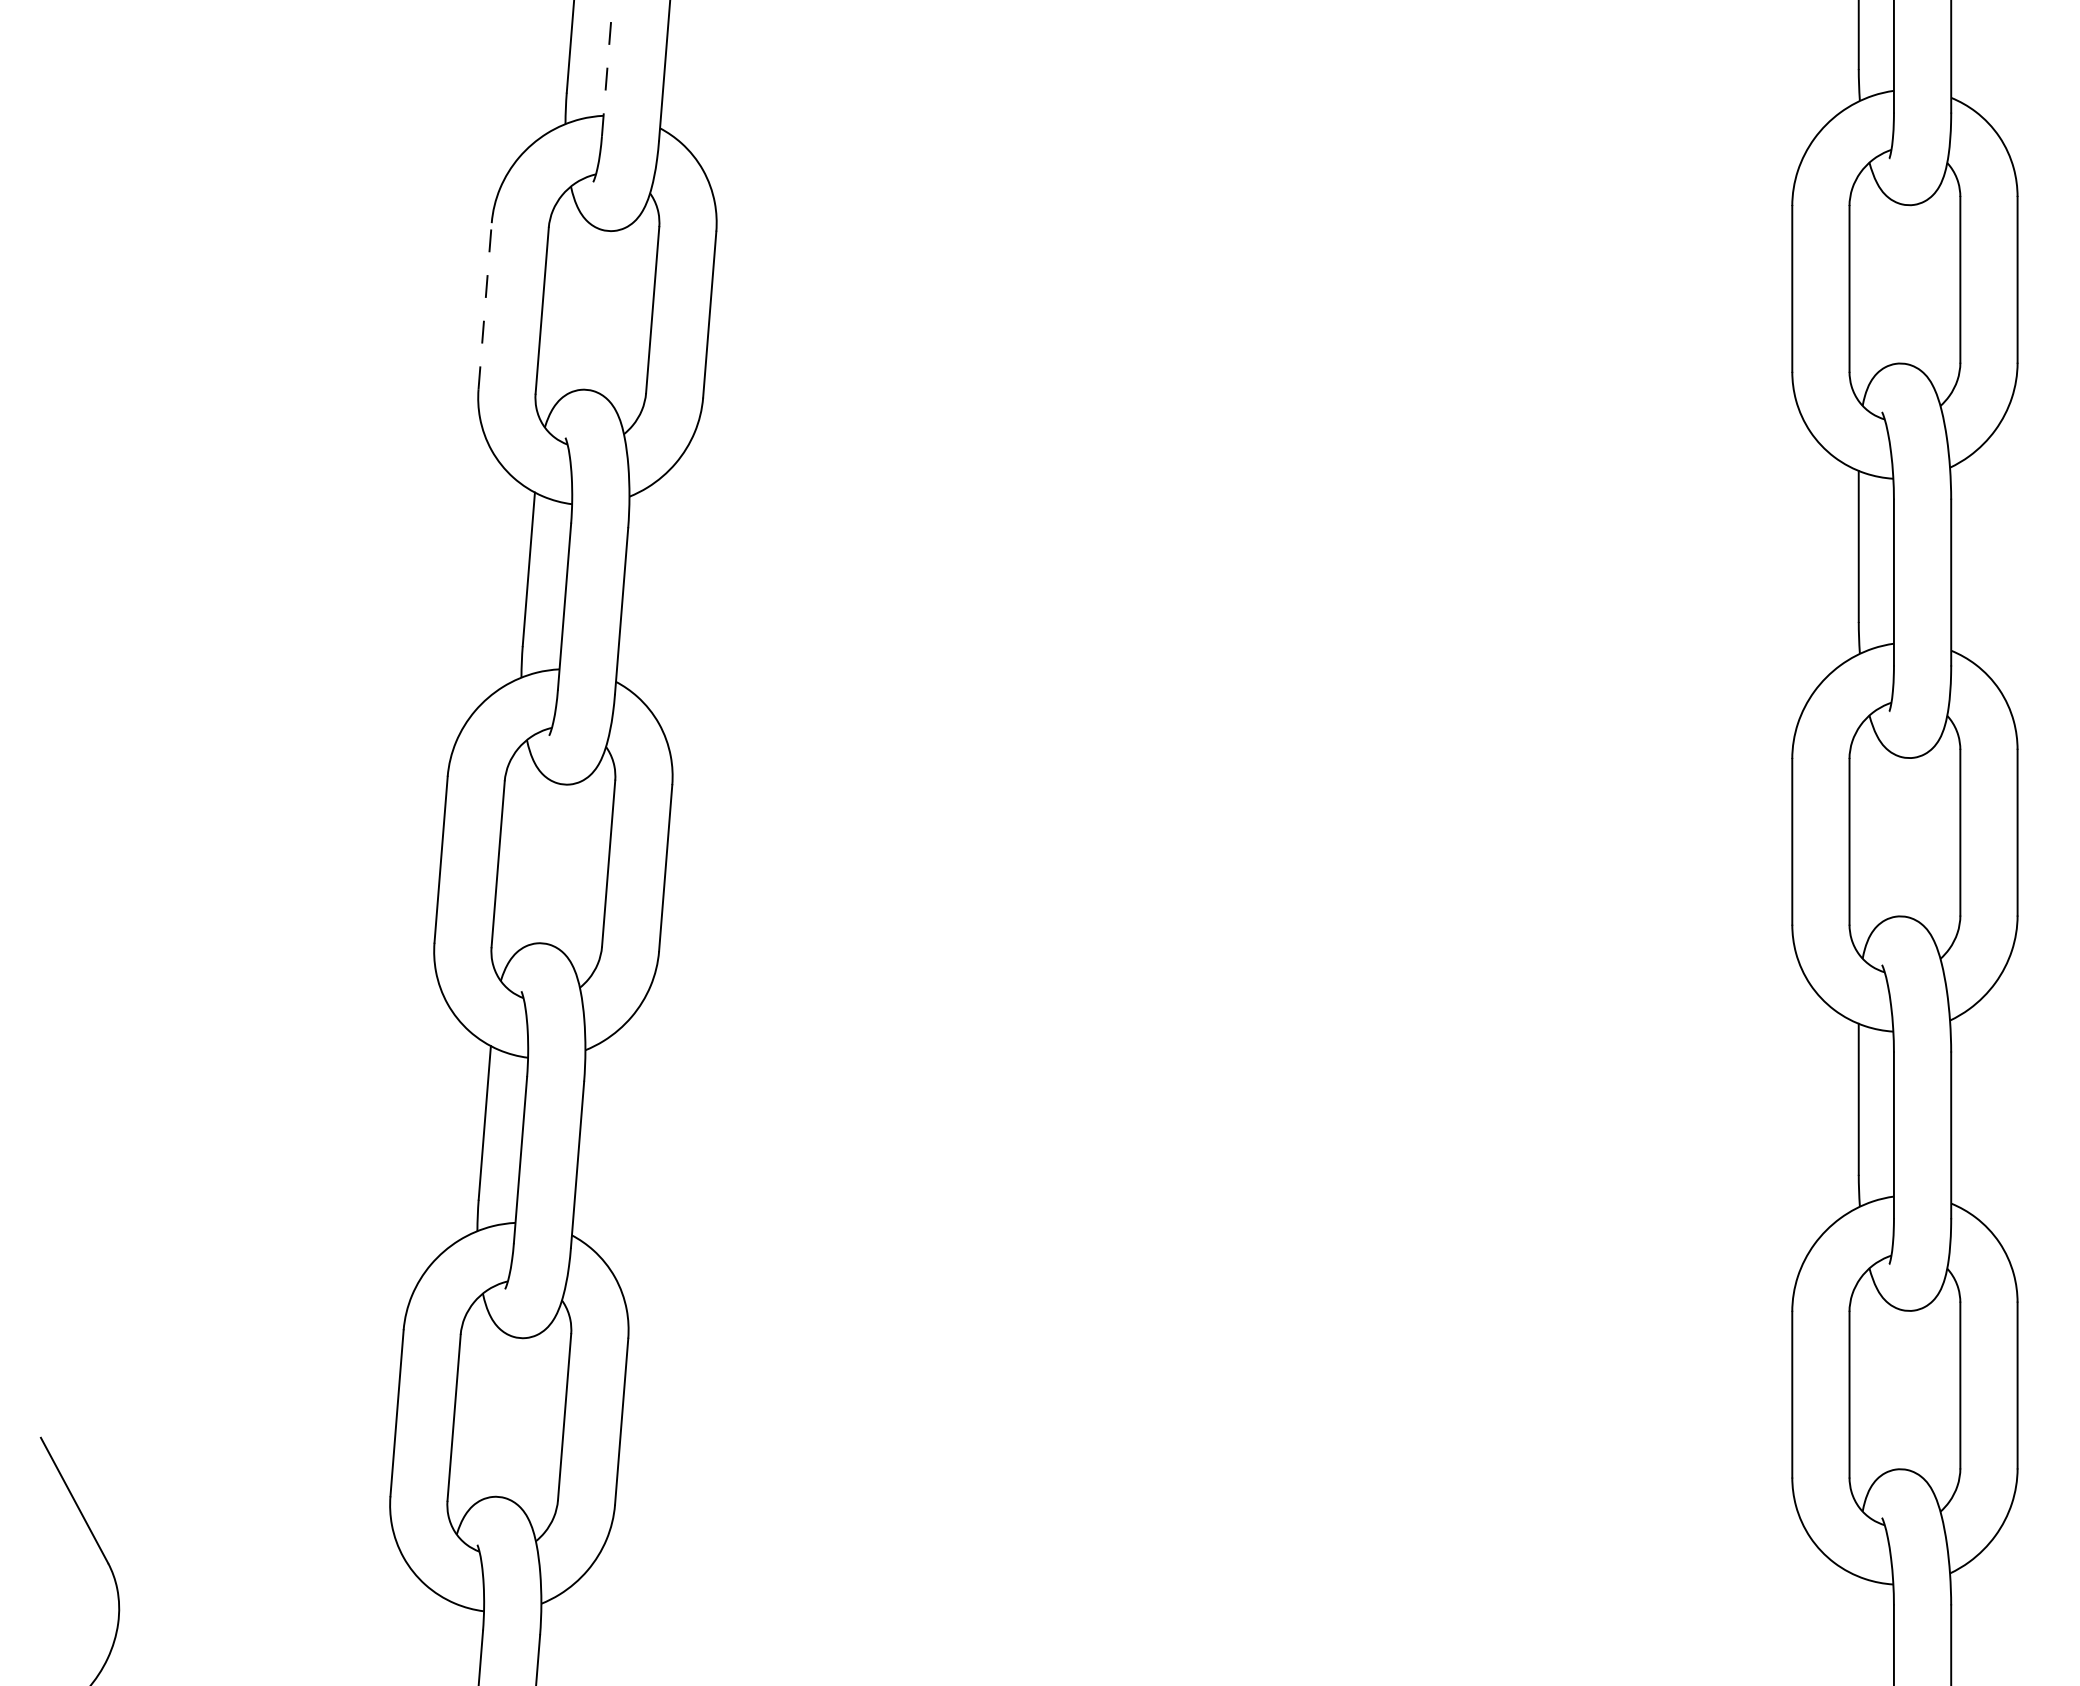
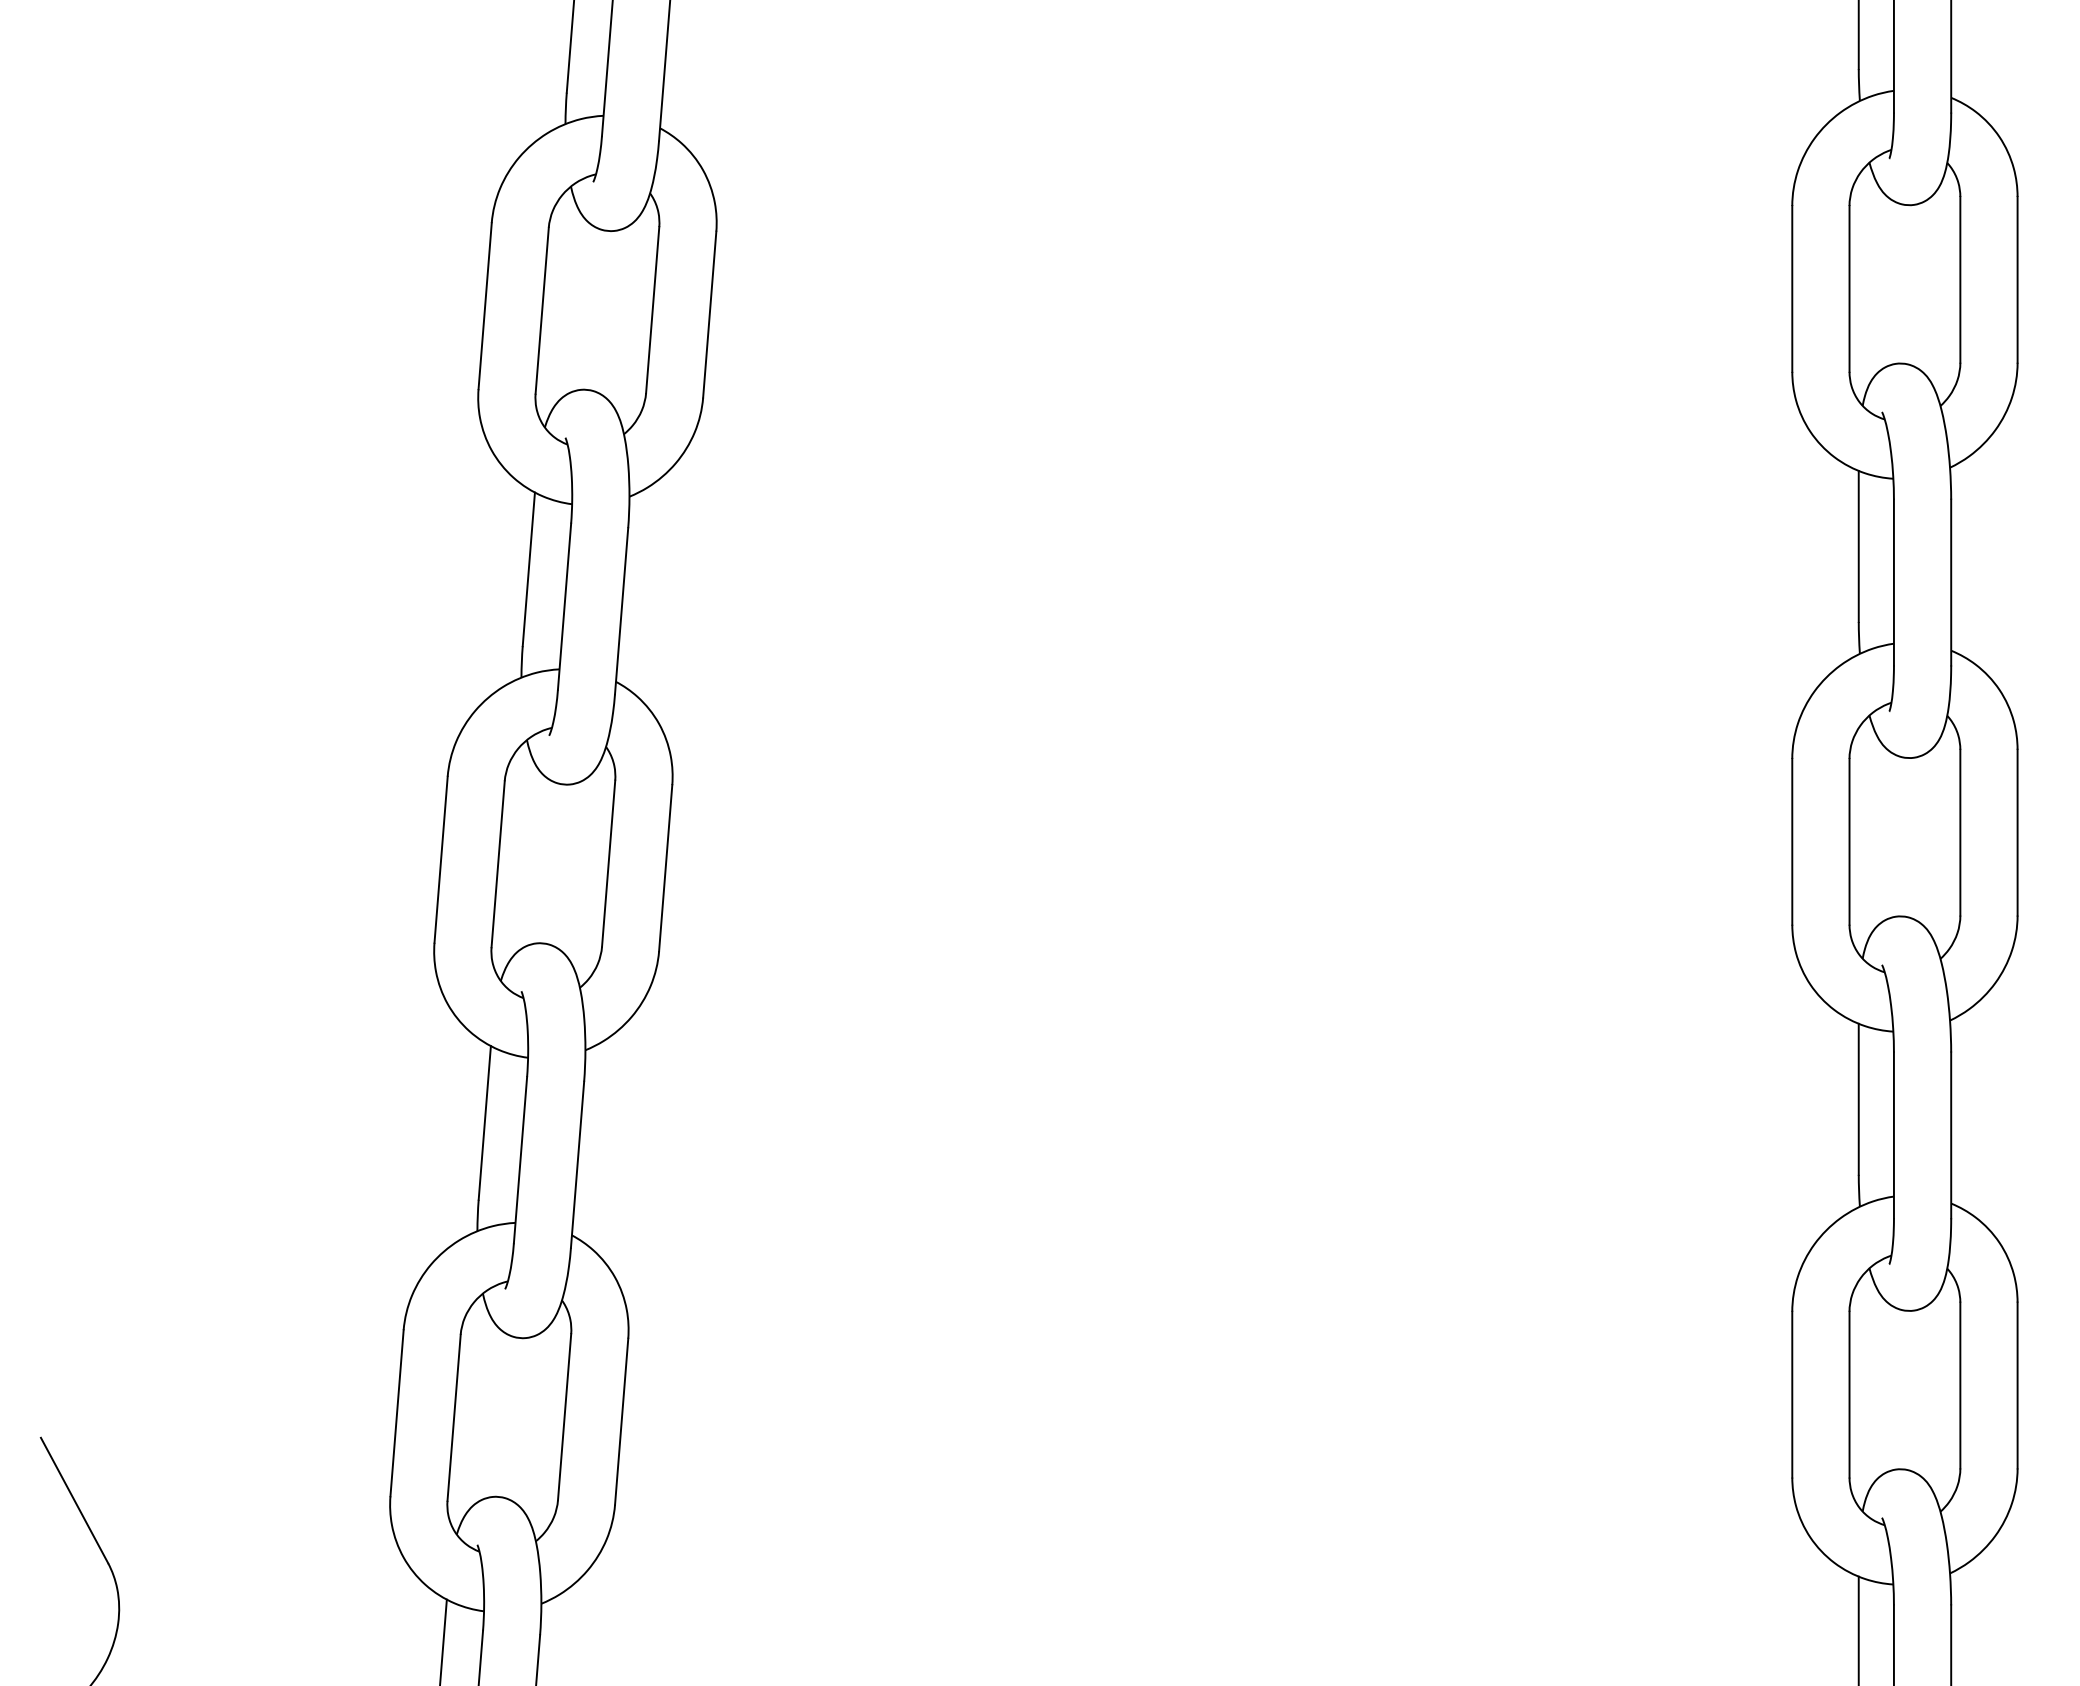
line at (607, 68): dashed -> solid
line at (485, 305): dashed -> solid
line at (1858, 1629): none -> present
line at (443, 1640): none -> present
